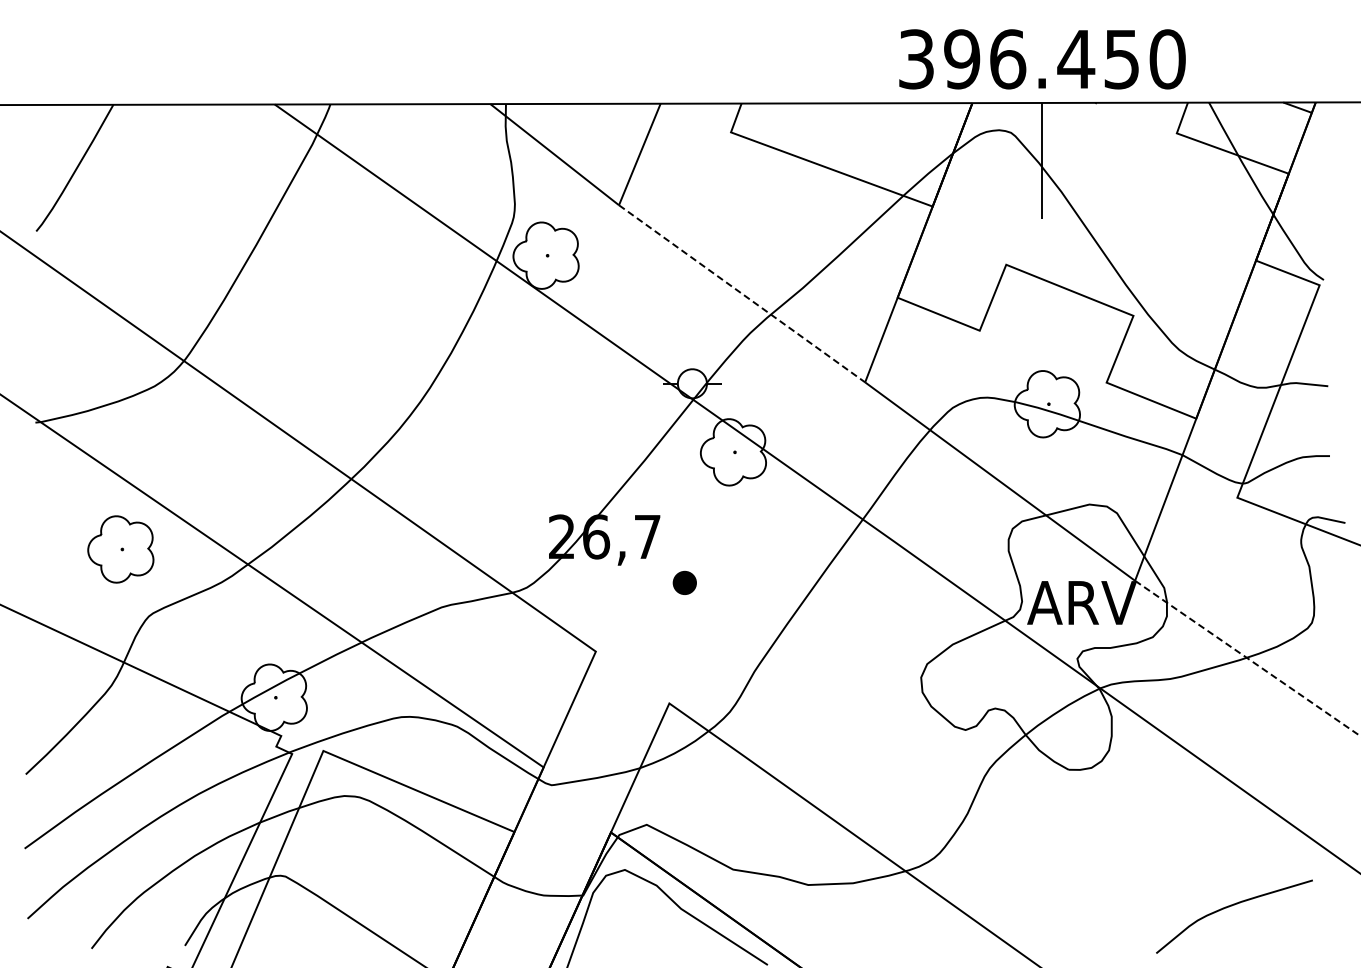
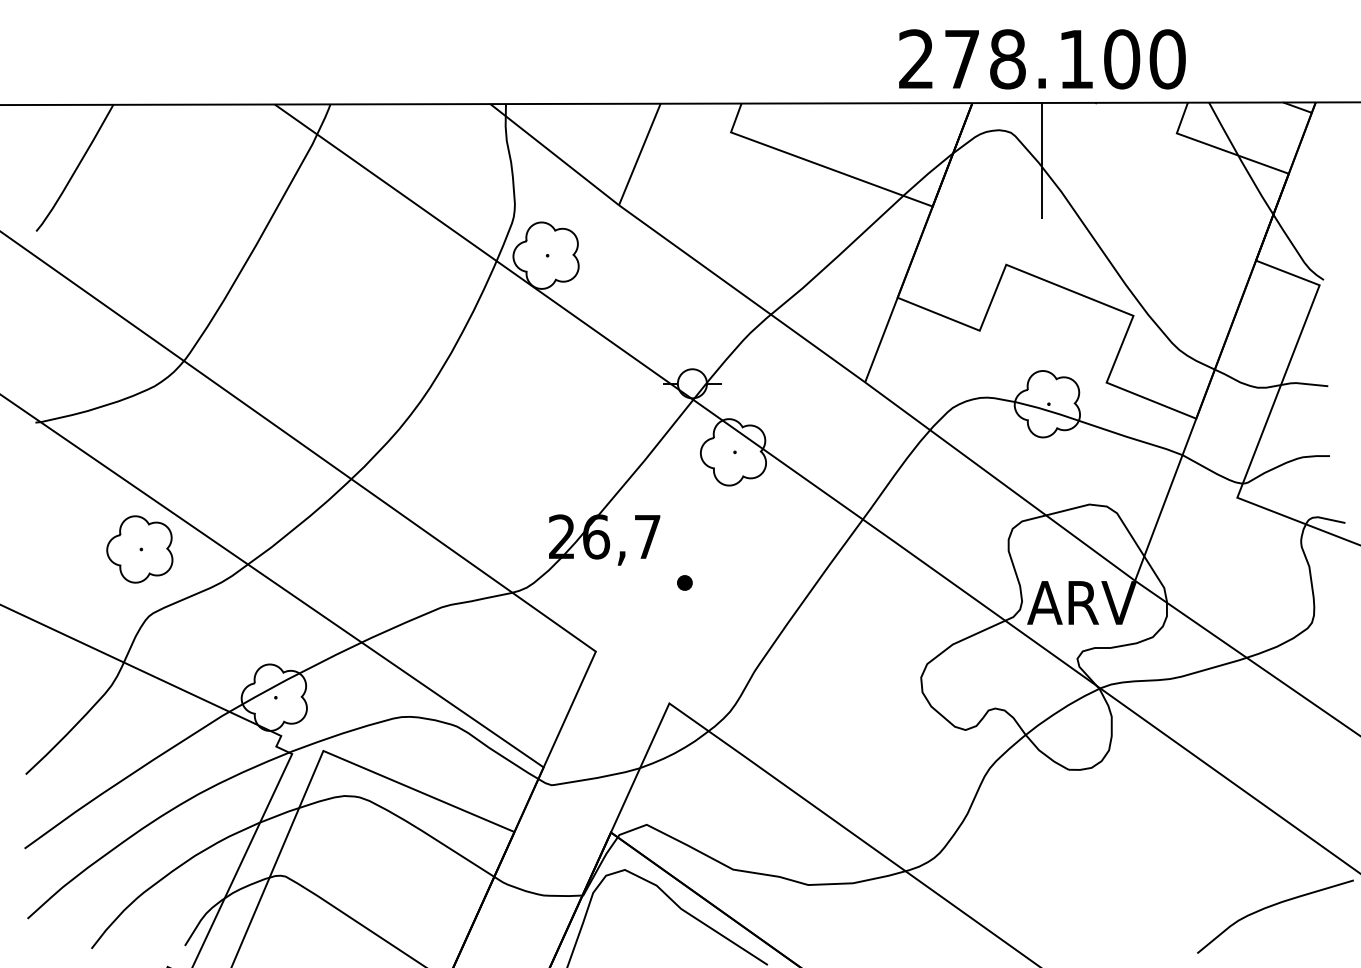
text at (1019, 59): 396.450 -> 278.100
line at (742, 293): dashed -> solid
part at (120, 549) position: (120, 549) -> (139, 549)
part at (684, 582) size: 25x25 px -> 16x16 px
line at (1247, 658): dashed -> solid
curve at (1232, 906) position: (1232, 906) -> (1273, 906)
